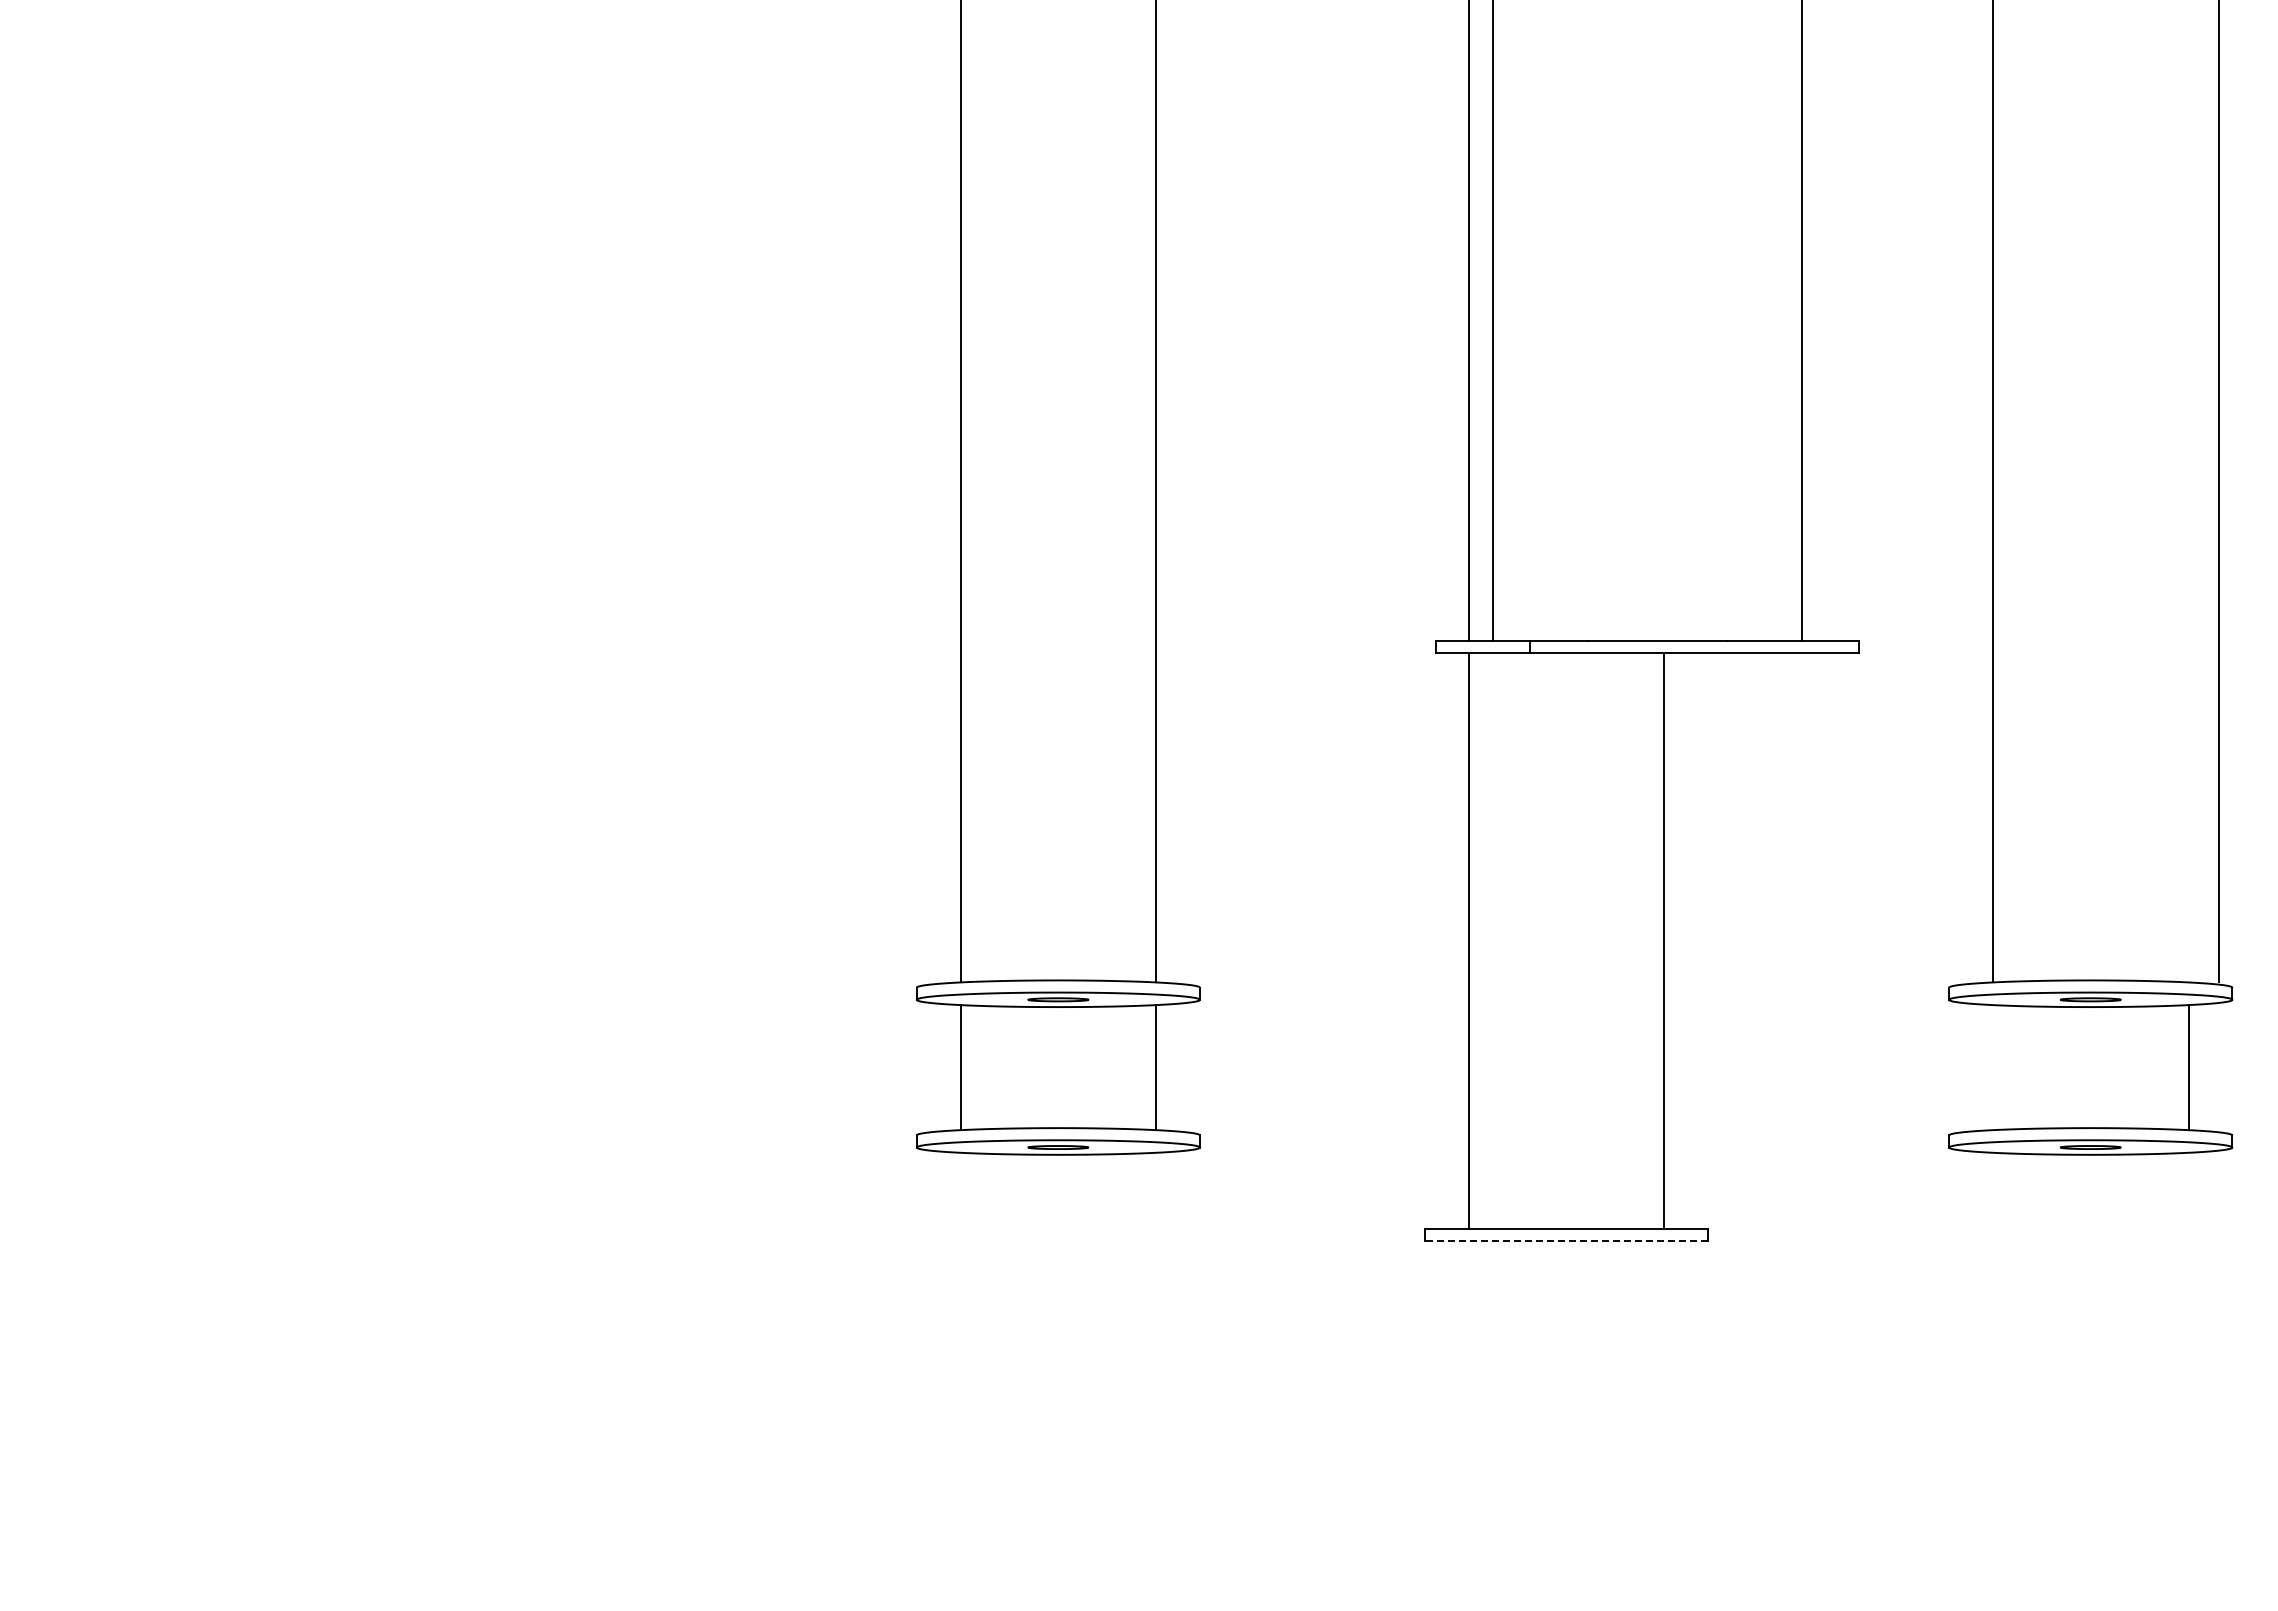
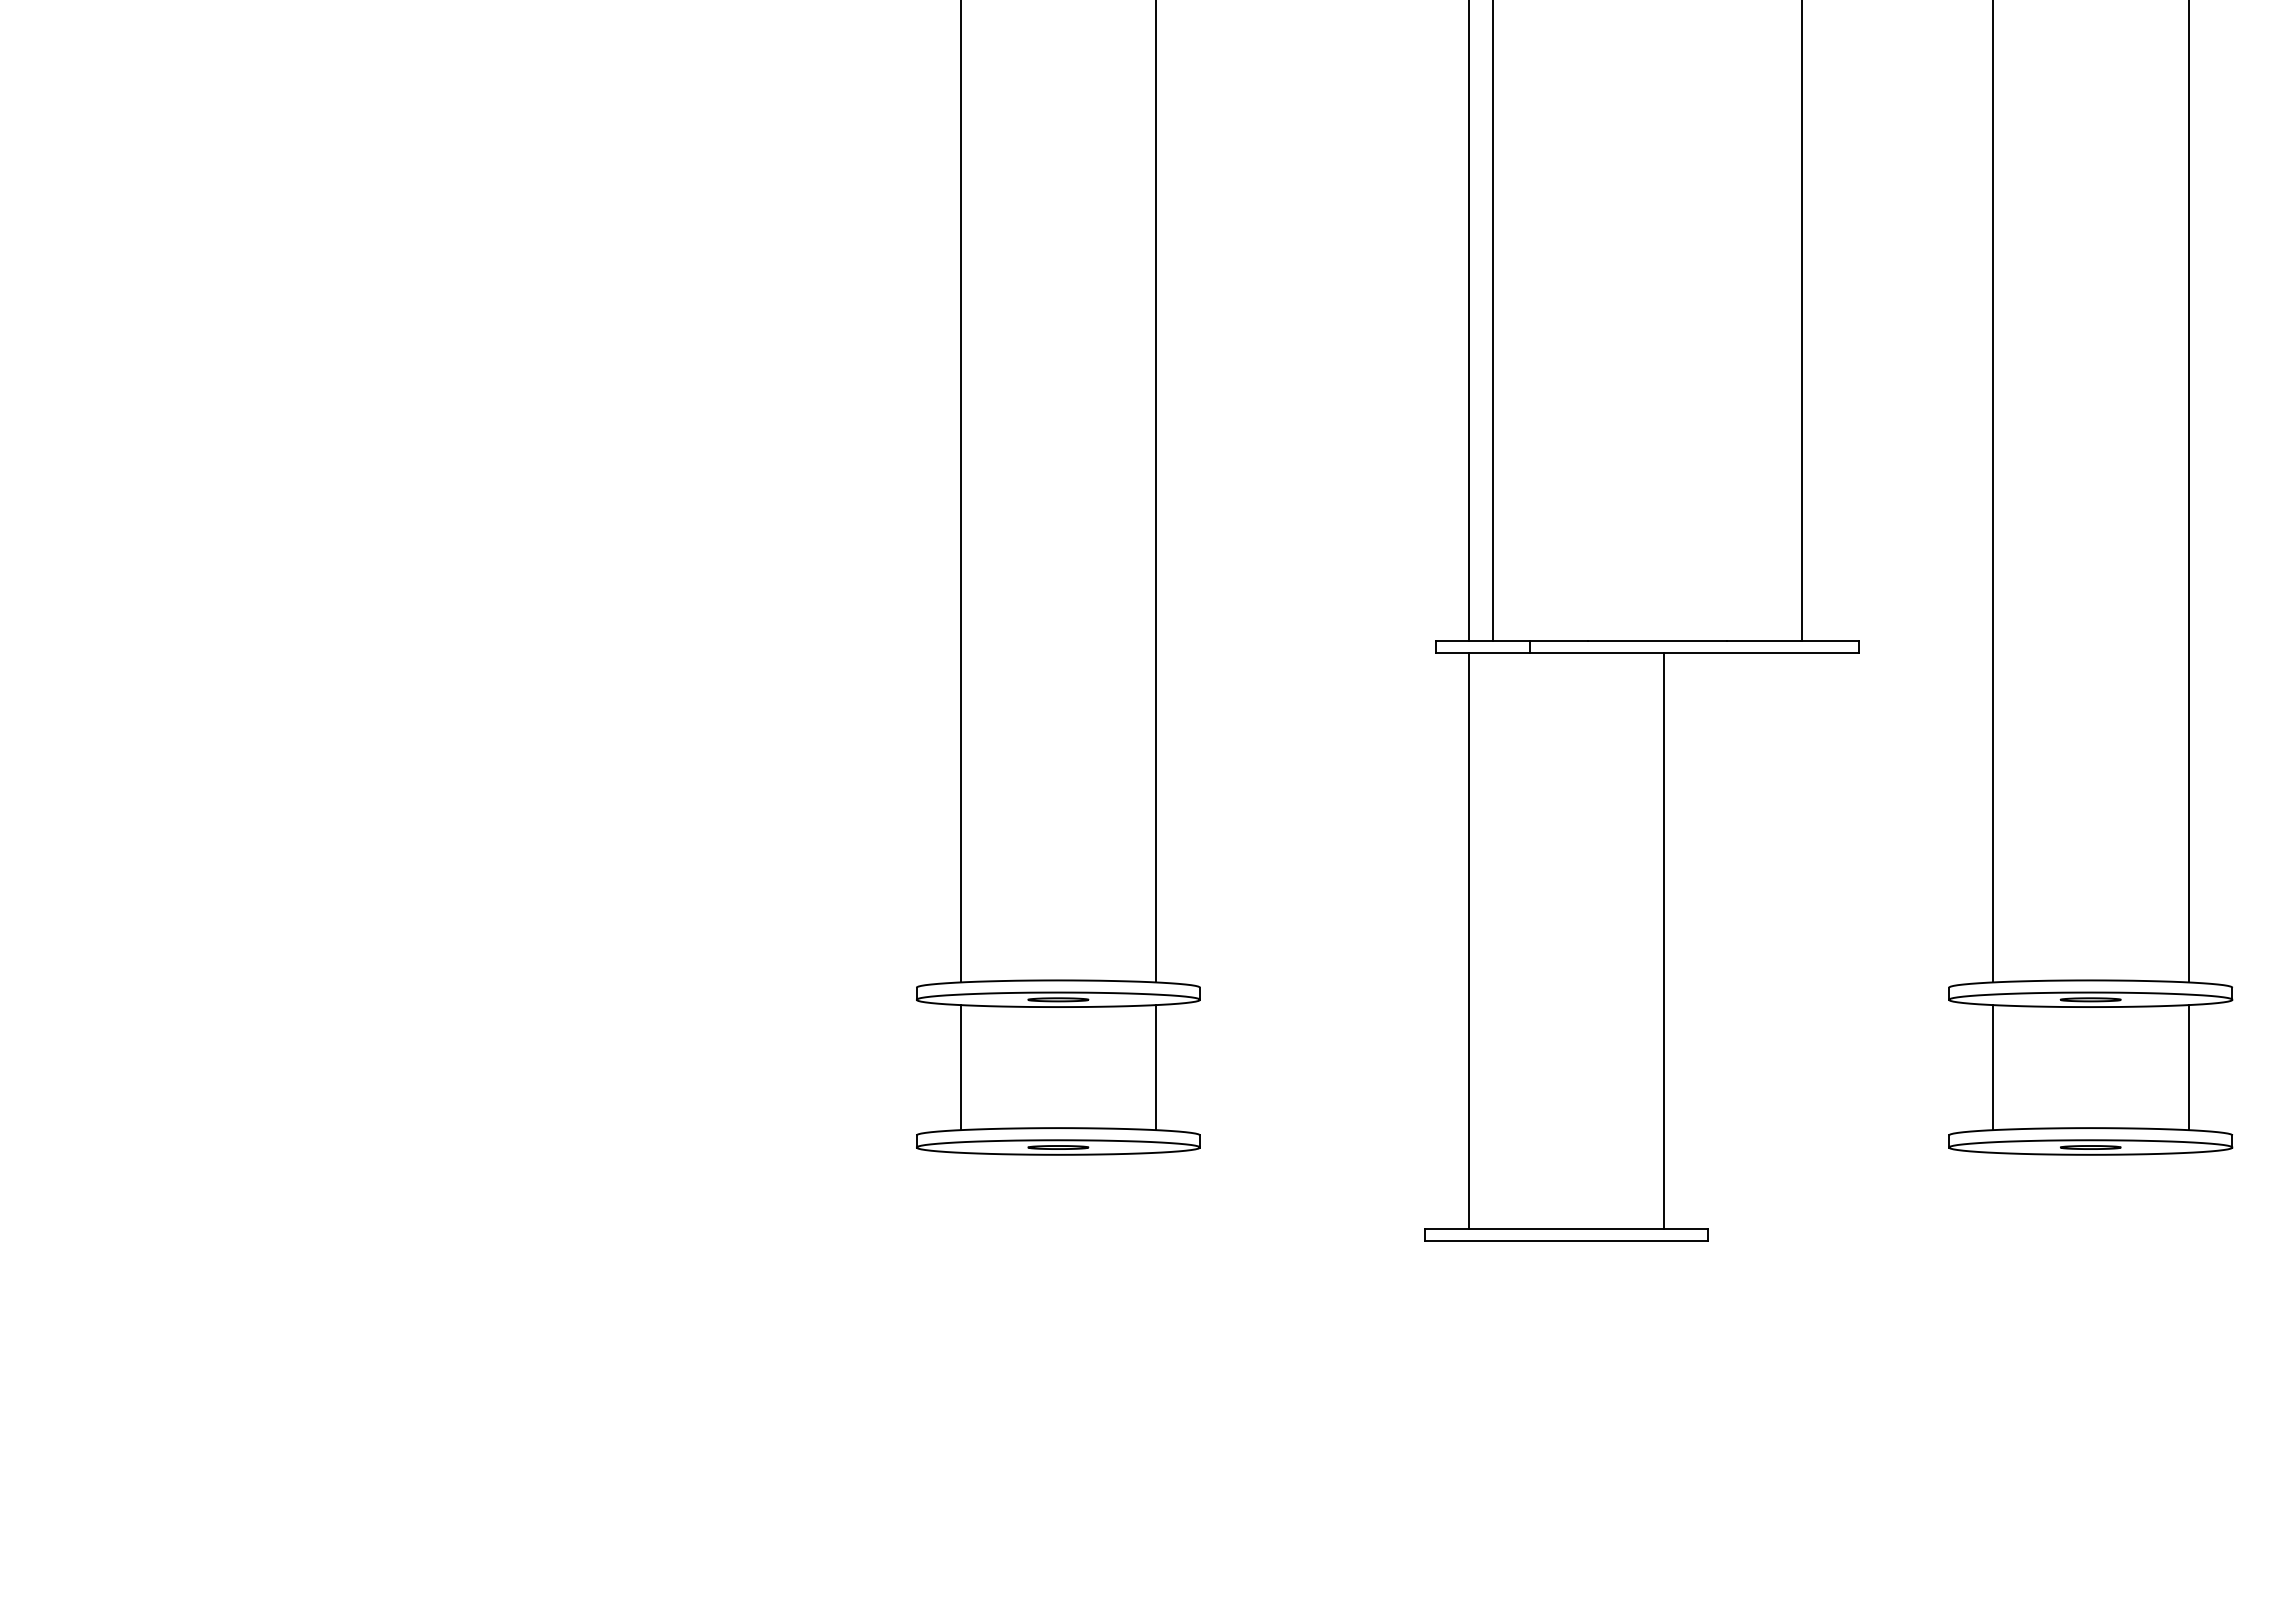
line at (2218, 492) position: (2218, 492) -> (2188, 492)
line at (1992, 1067): none -> present
line at (1566, 1241): dashed -> solid
